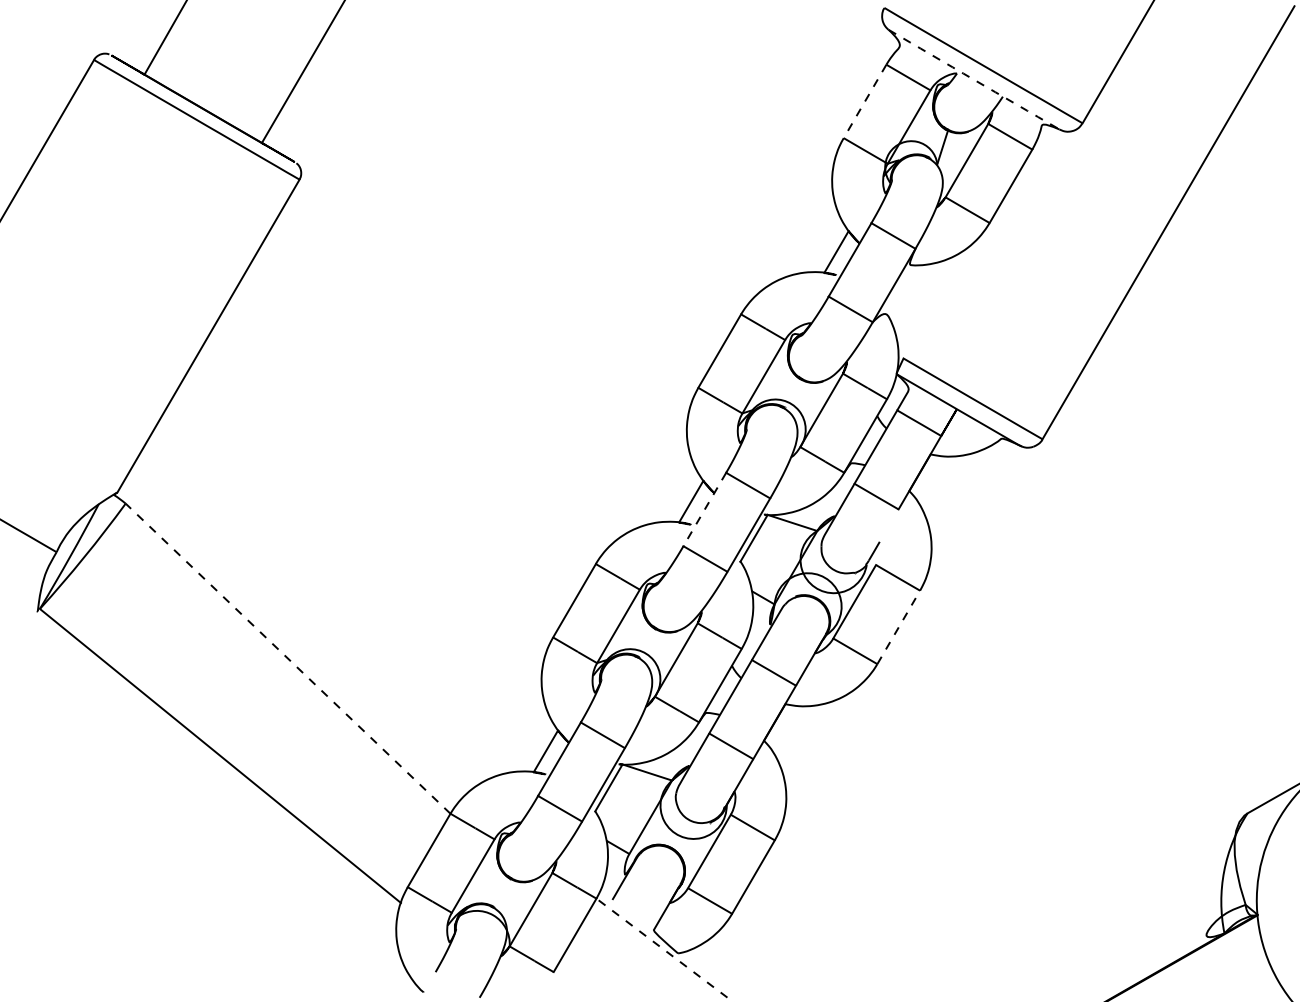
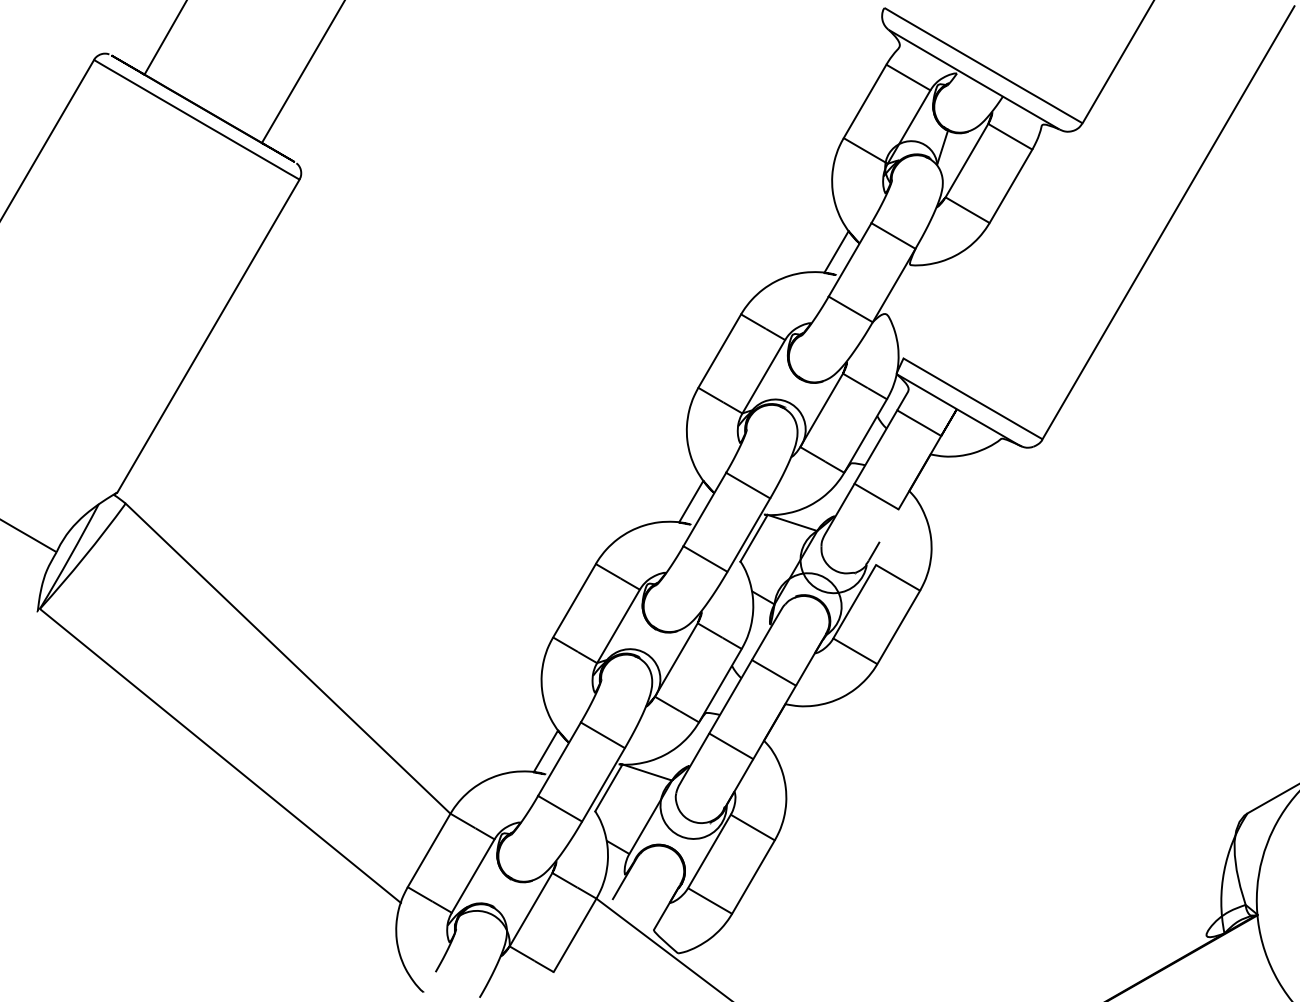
arc at (974, 79): dashed -> solid
line at (864, 101): dashed -> solid
line at (704, 509): dashed -> solid
line at (899, 627): dashed -> solid
line at (288, 658): dashed -> solid
line at (664, 950): dashed -> solid
